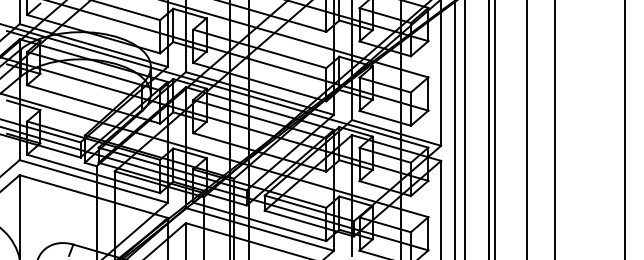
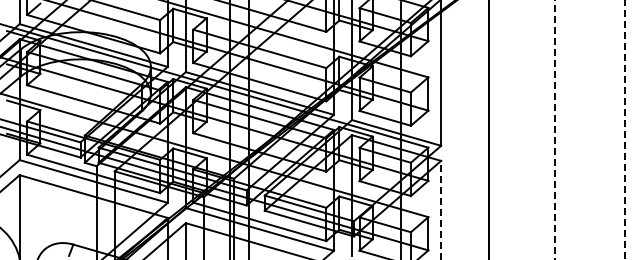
line at (455, 129): present -> none
line at (464, 129): present -> none
line at (494, 129): present -> none
line at (526, 129): present -> none
line at (554, 130): solid -> dashed
line at (624, 130): solid -> dashed
line at (441, 209): solid -> dashed
